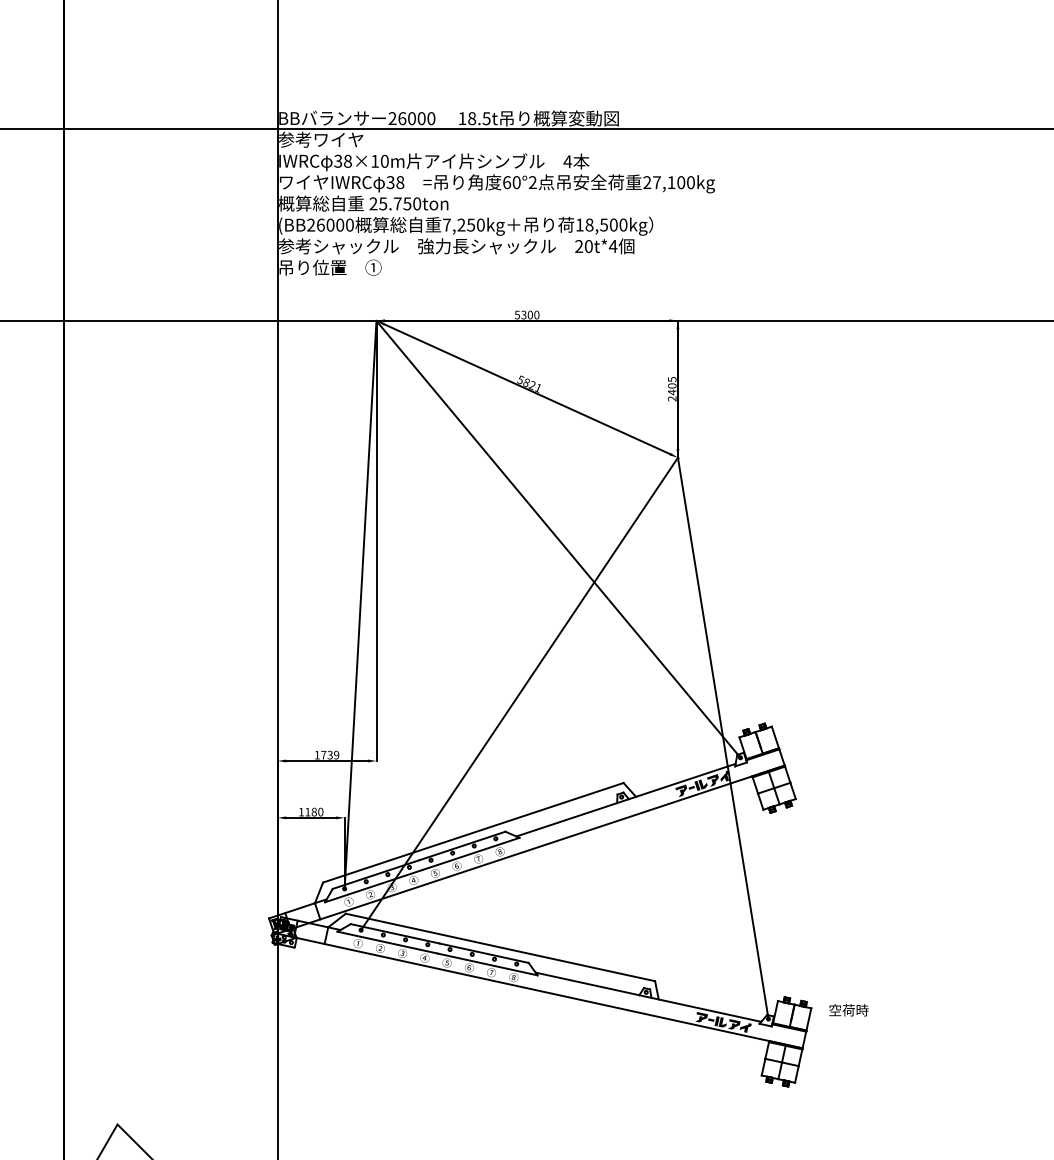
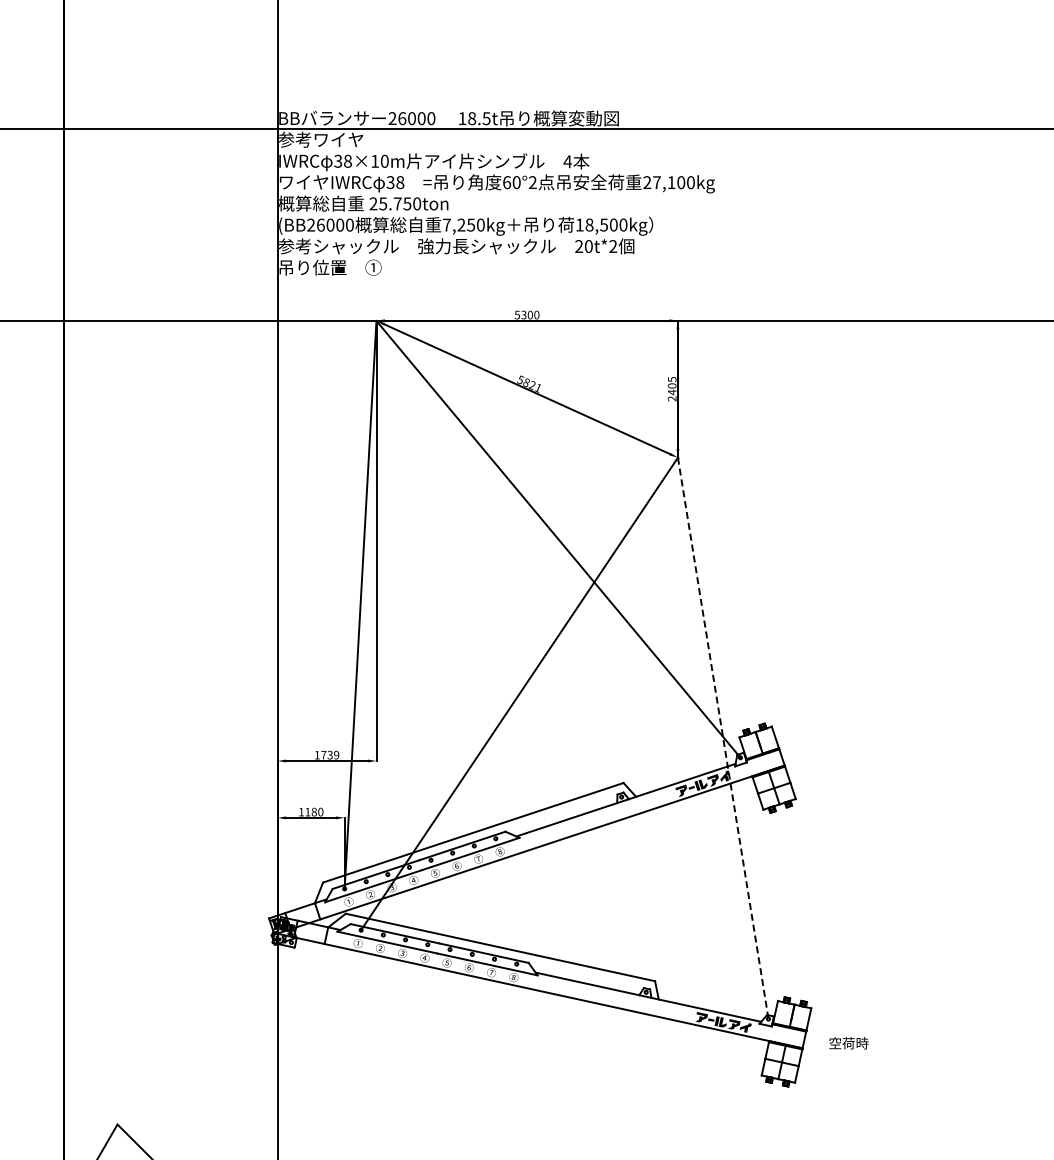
text at (612, 246): 20t*4 -> 20t*2
line at (723, 738): solid -> dashed
text at (848, 1010) position: (848, 1010) -> (848, 1043)
